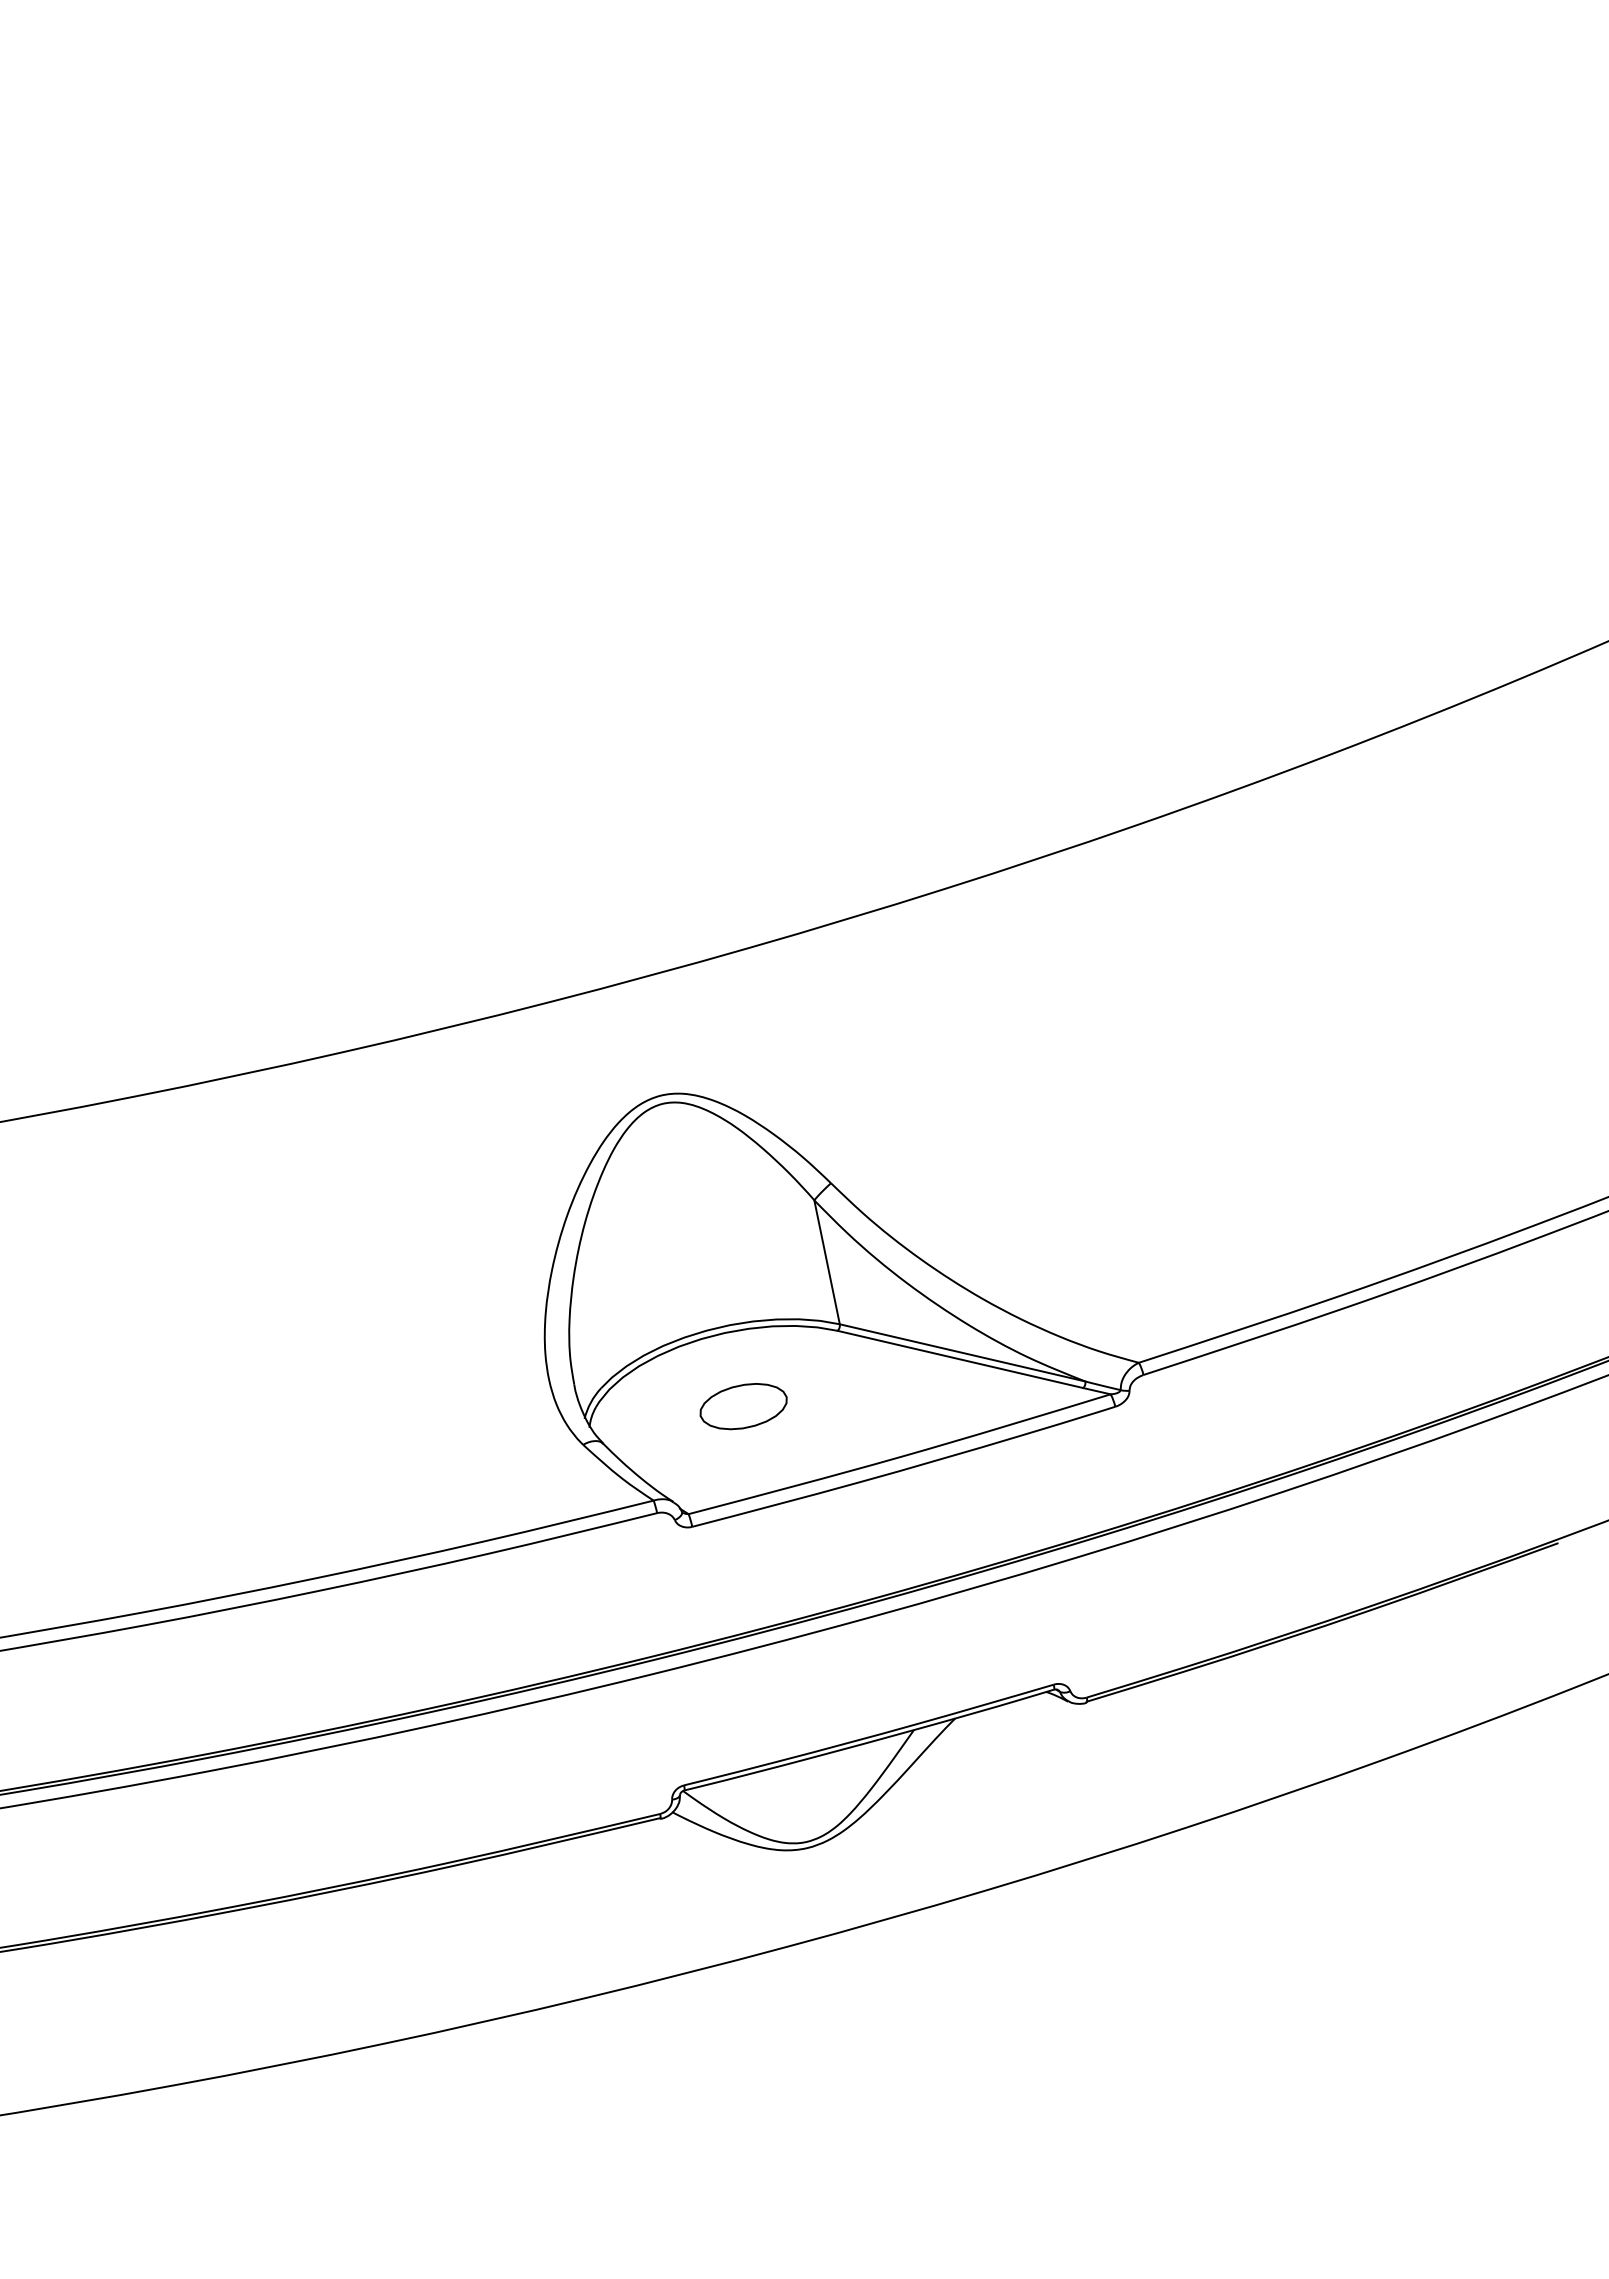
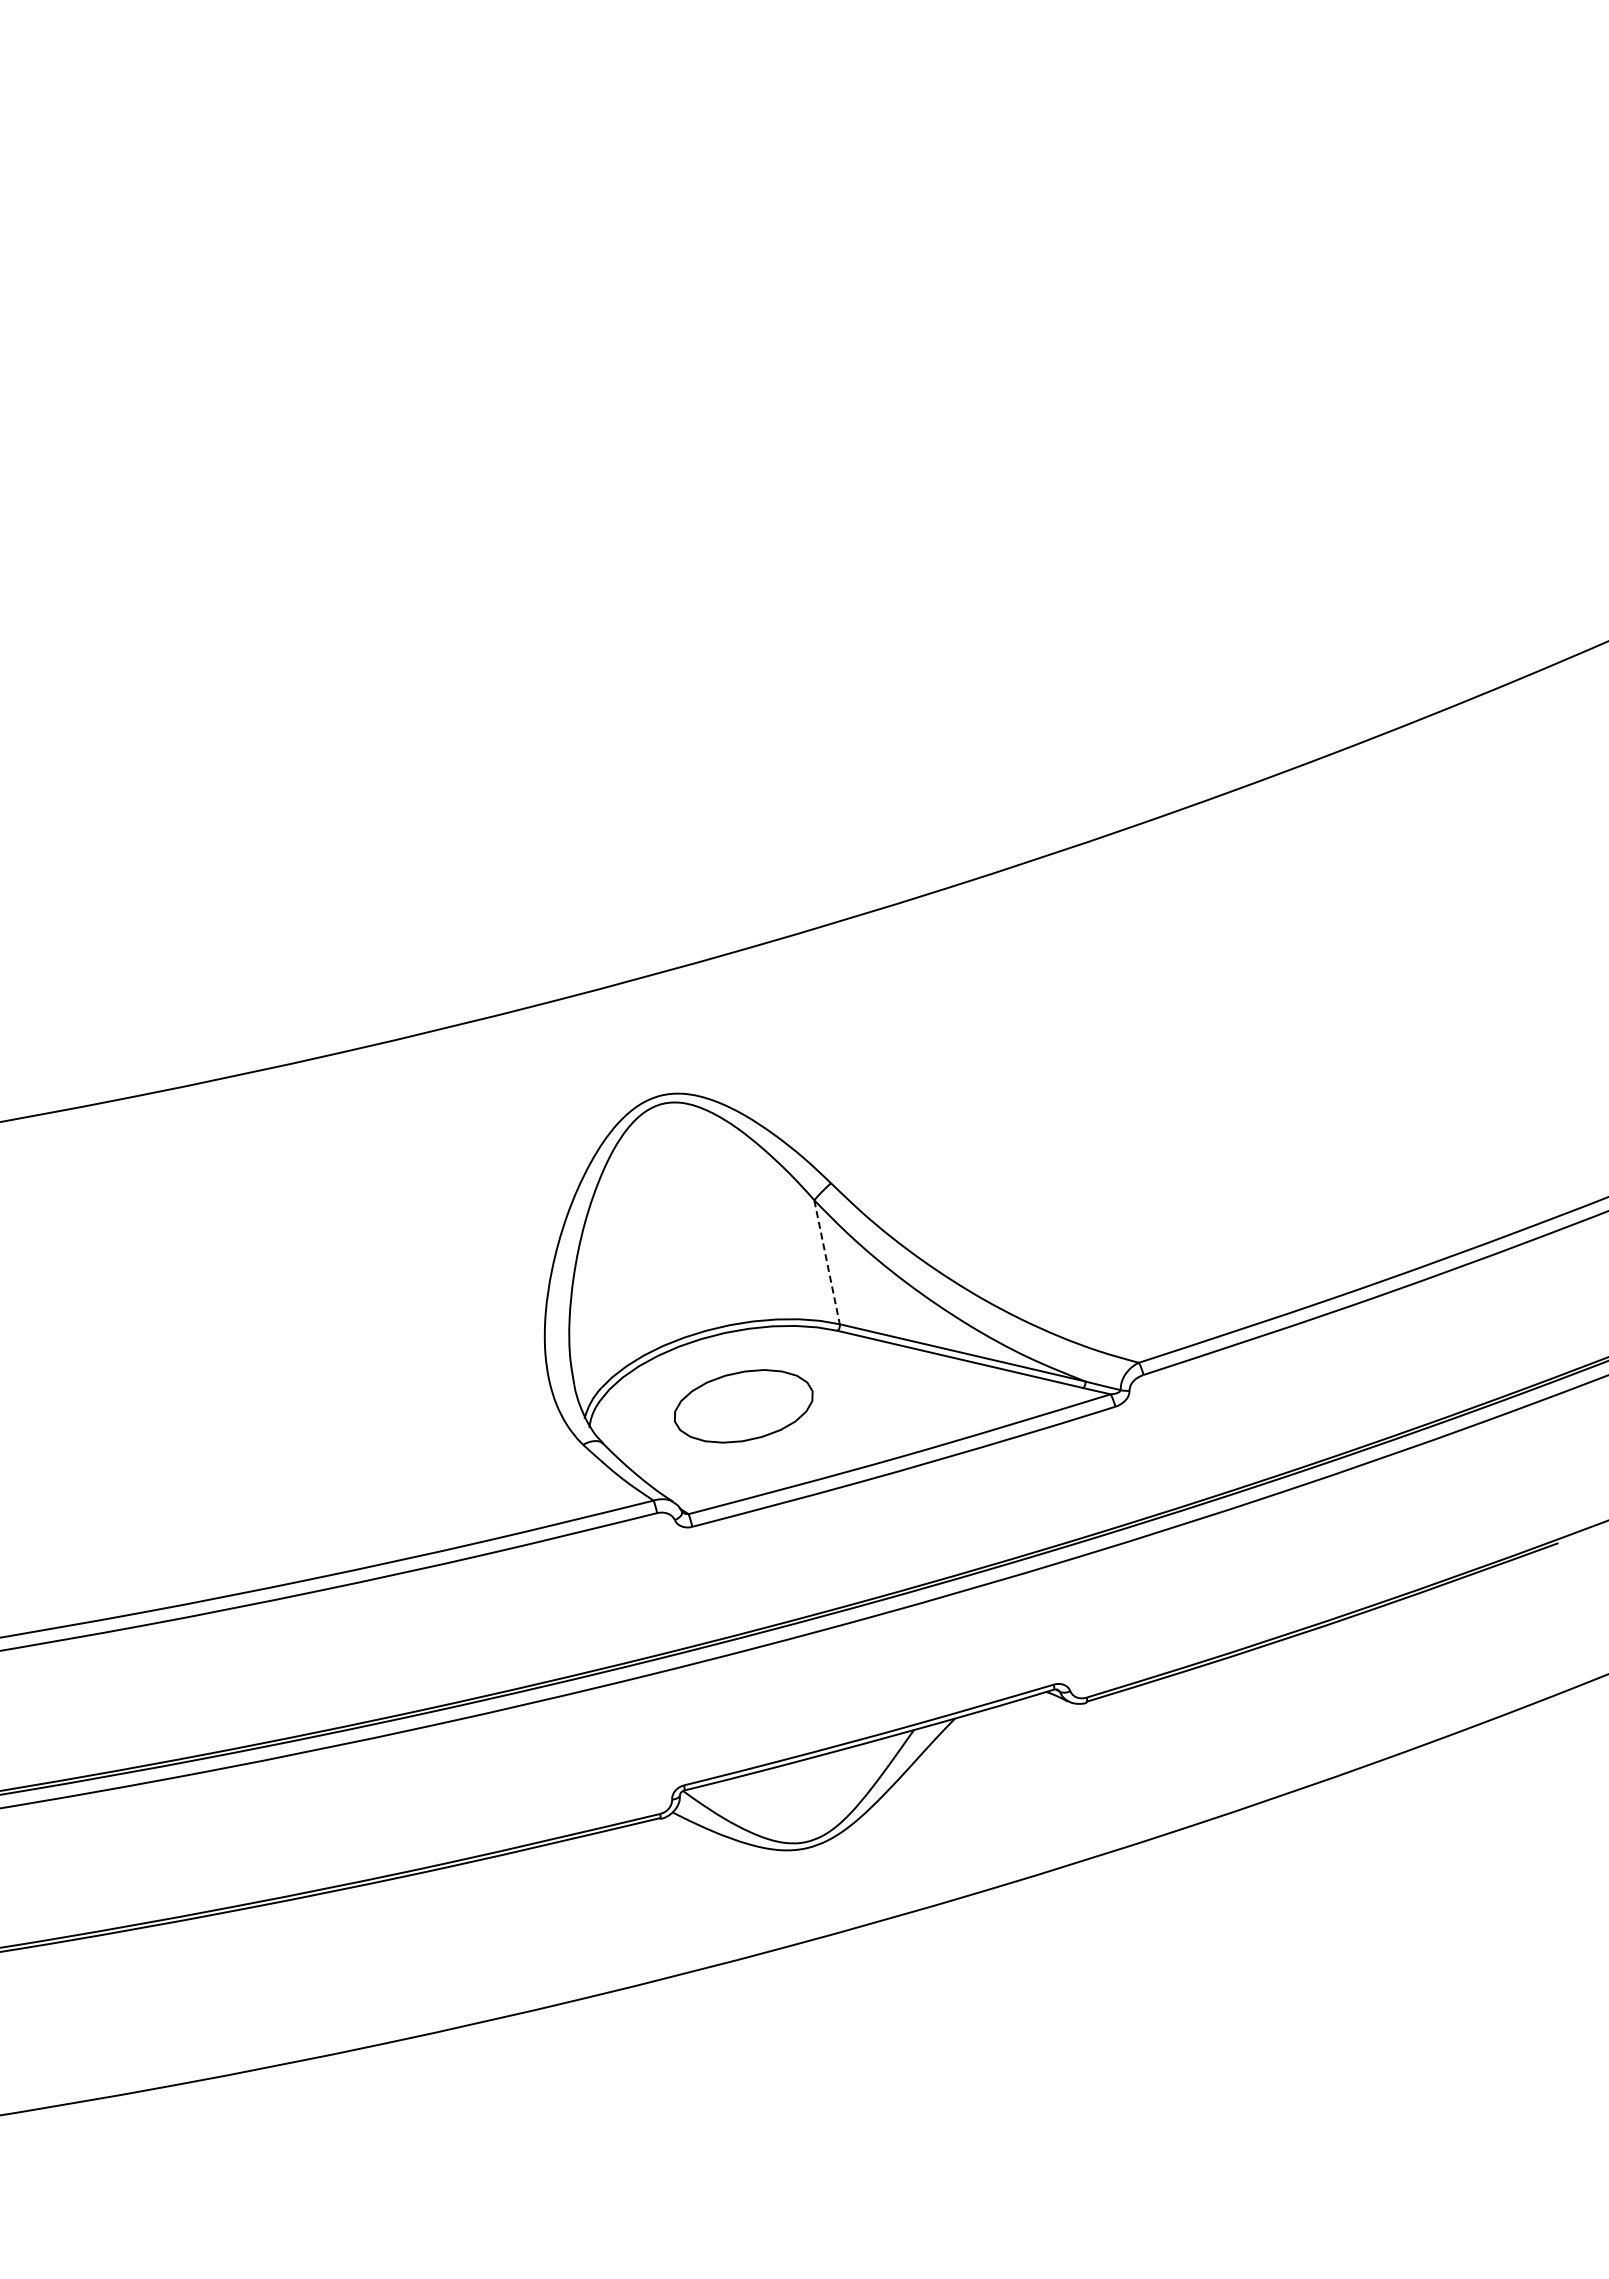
line at (827, 1262): solid -> dashed
part at (743, 1406) size: 89x48 px -> 140x75 px
